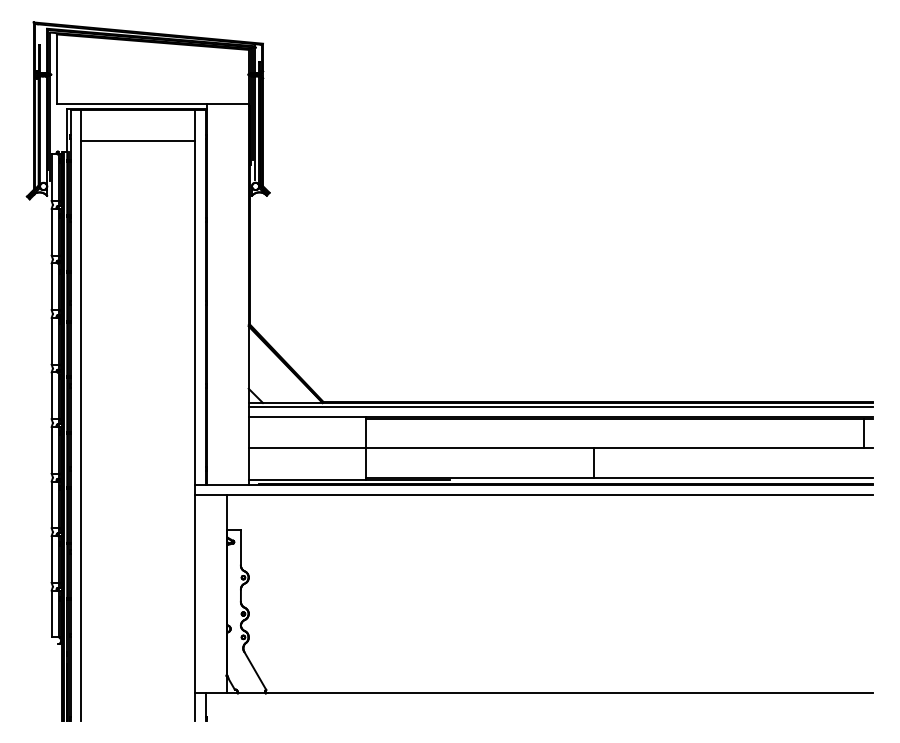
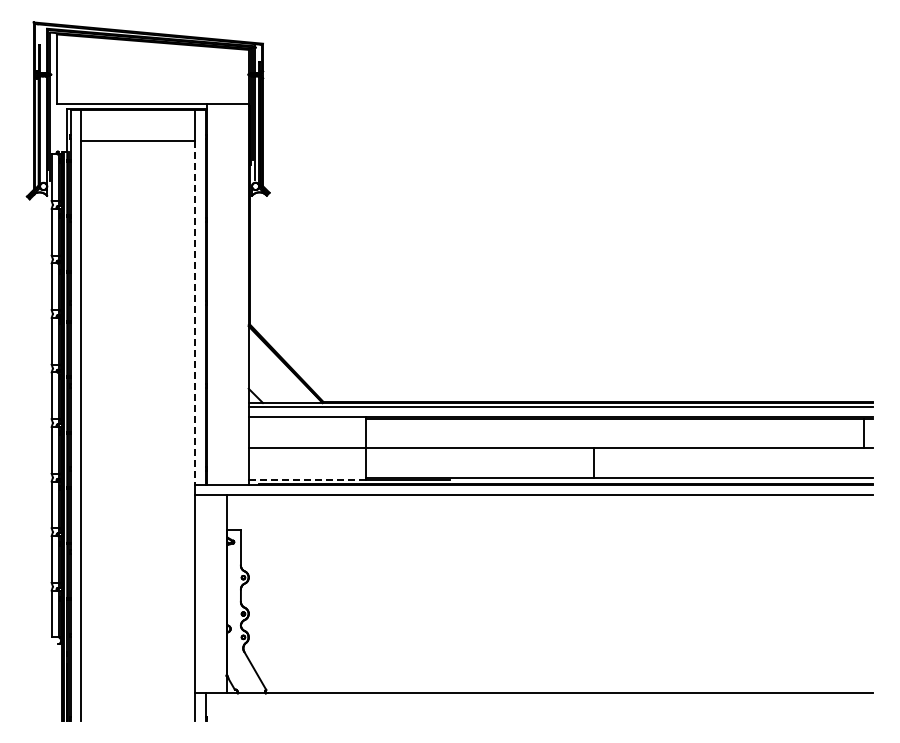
line at (195, 313): solid -> dashed
line at (307, 479): solid -> dashed
